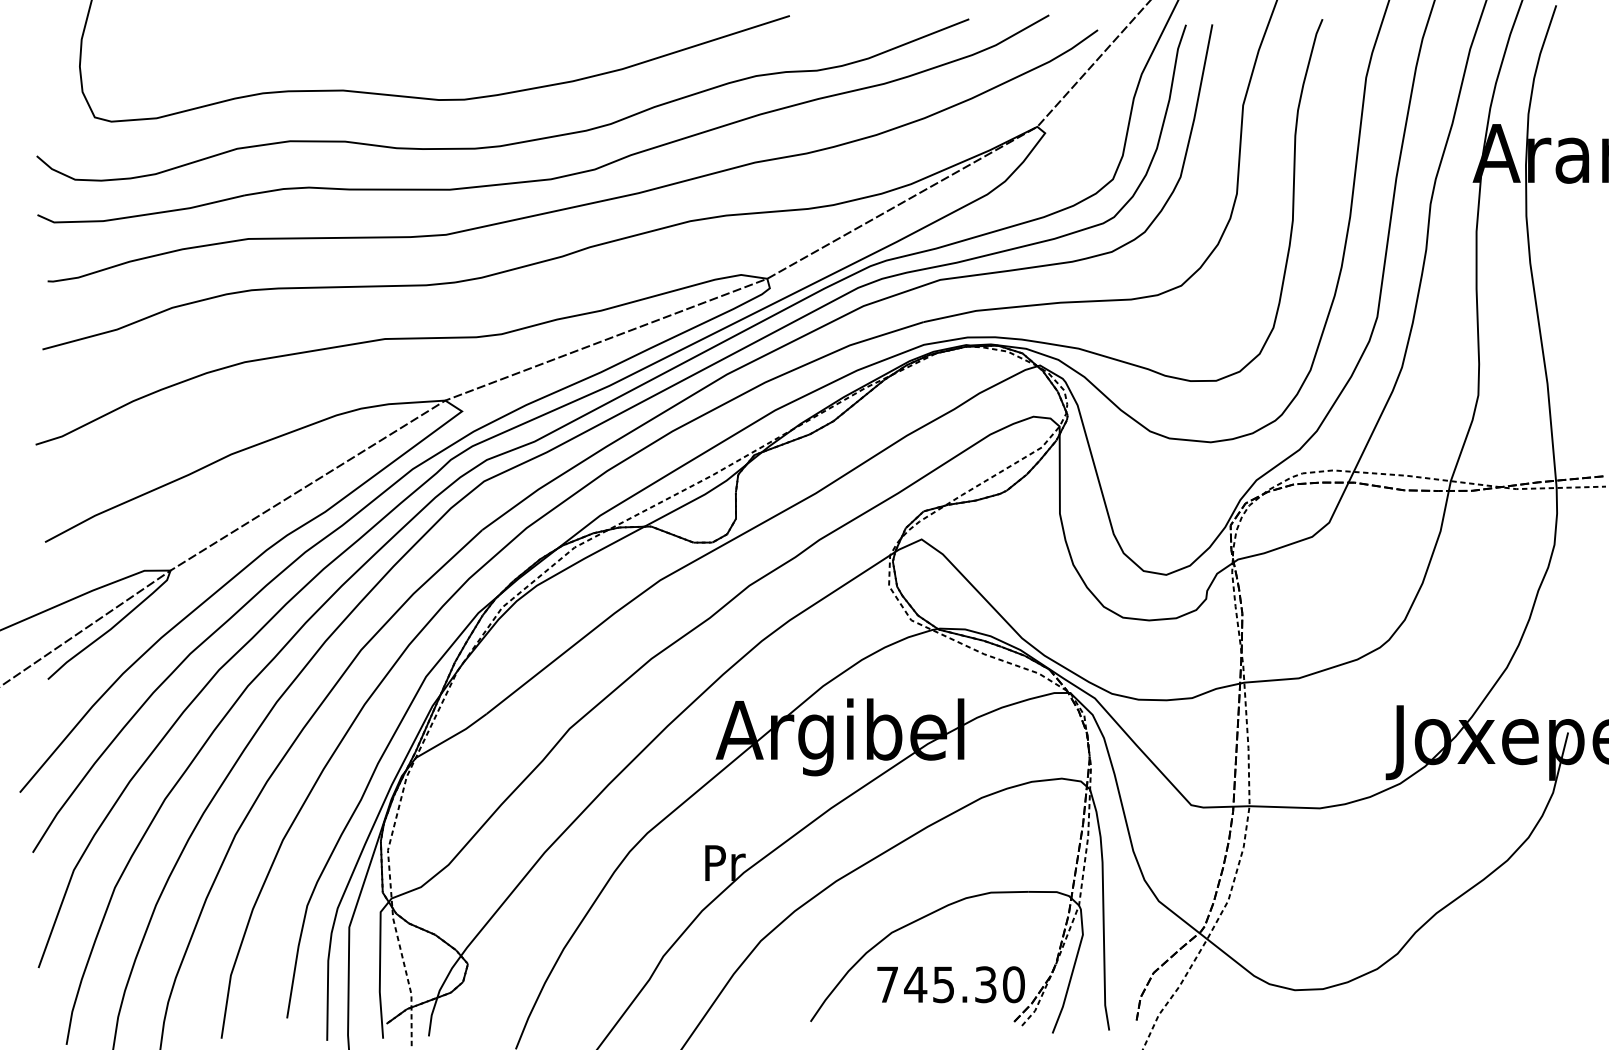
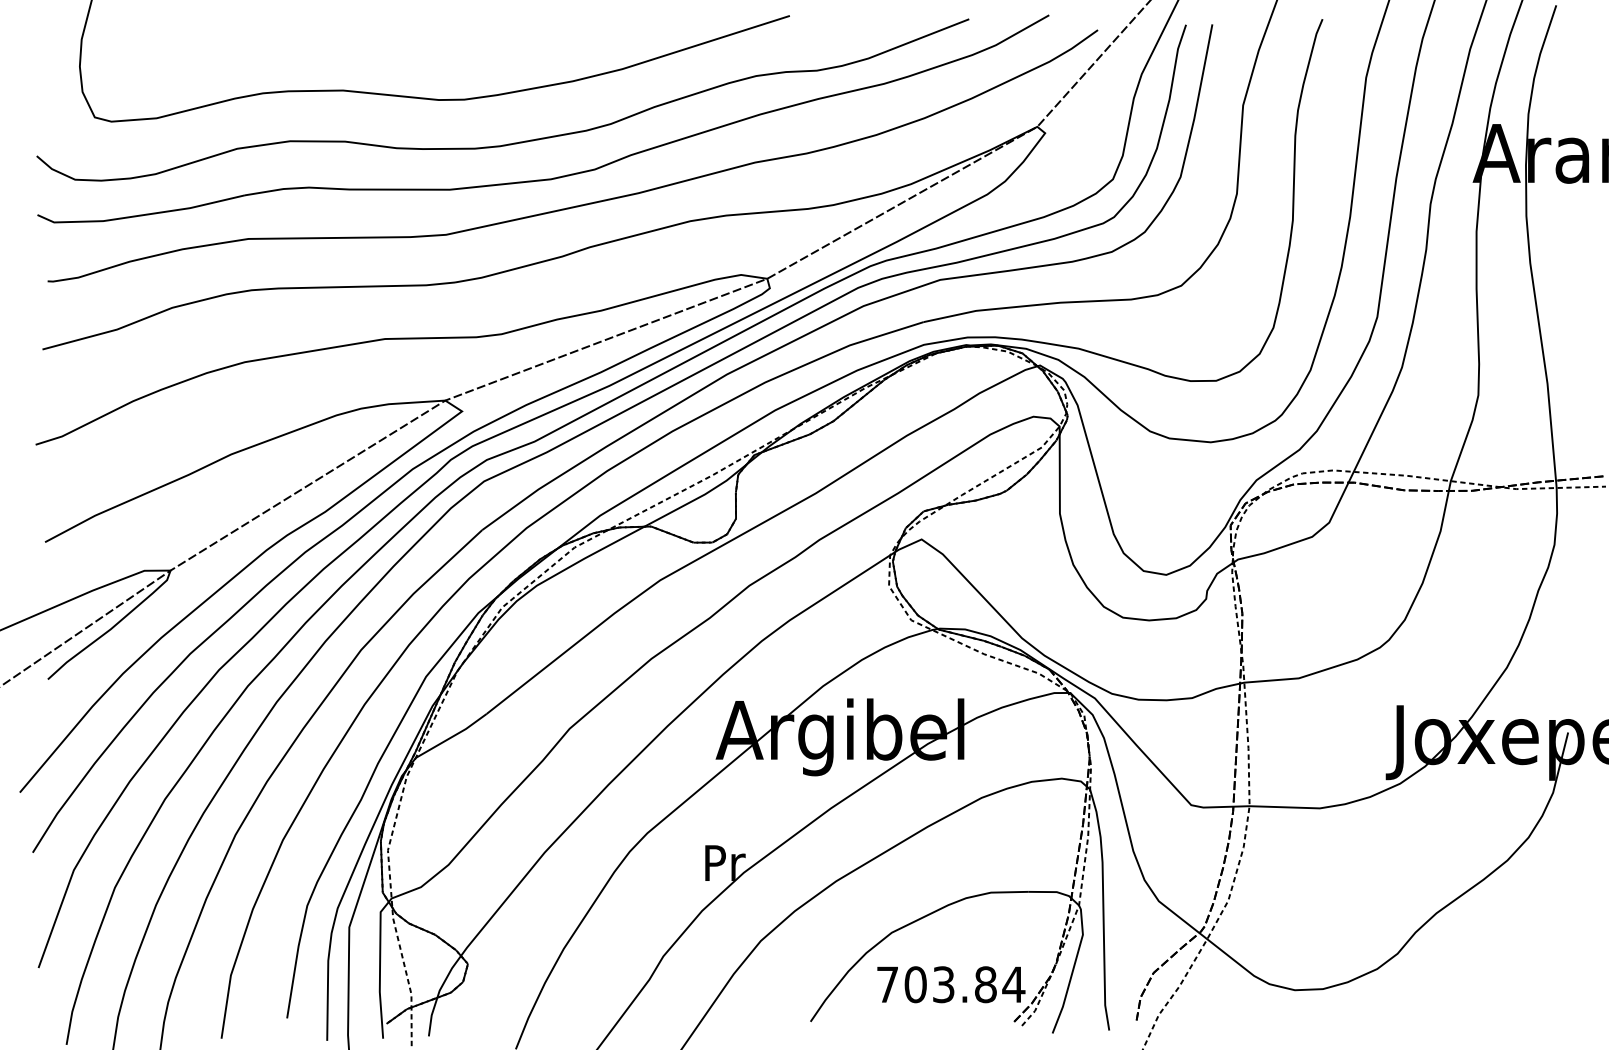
text at (964, 984): 745.30 -> 703.84
